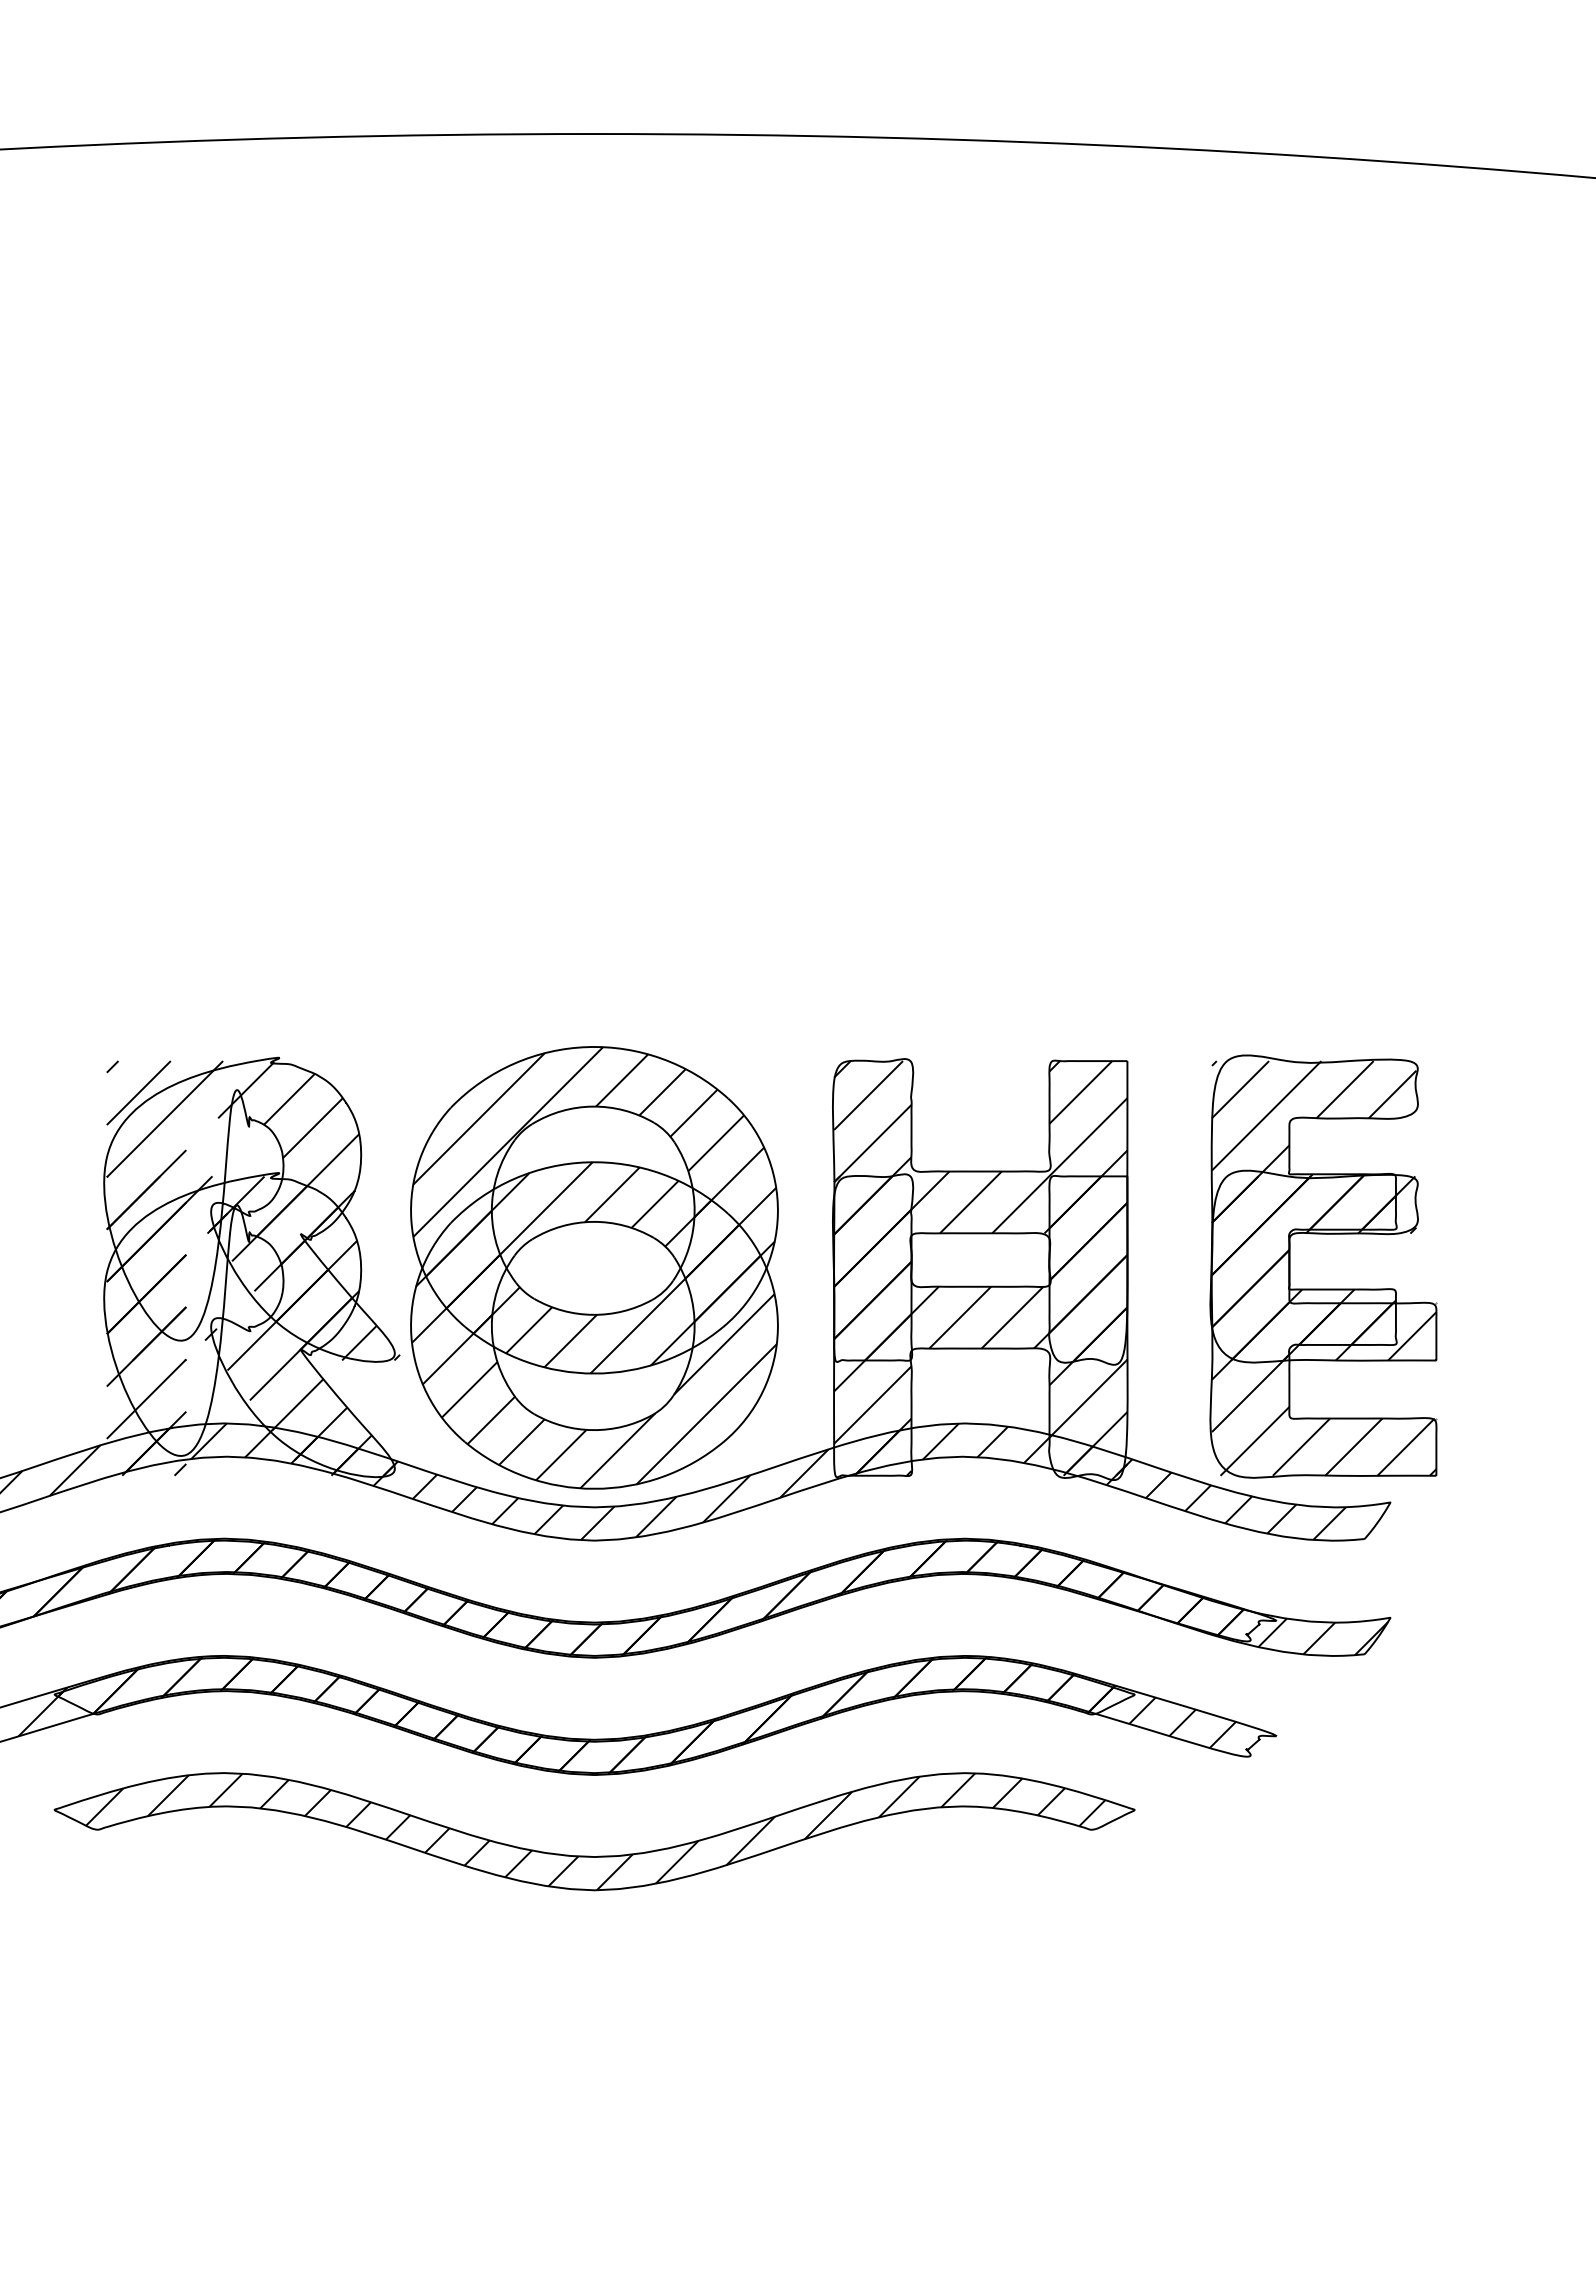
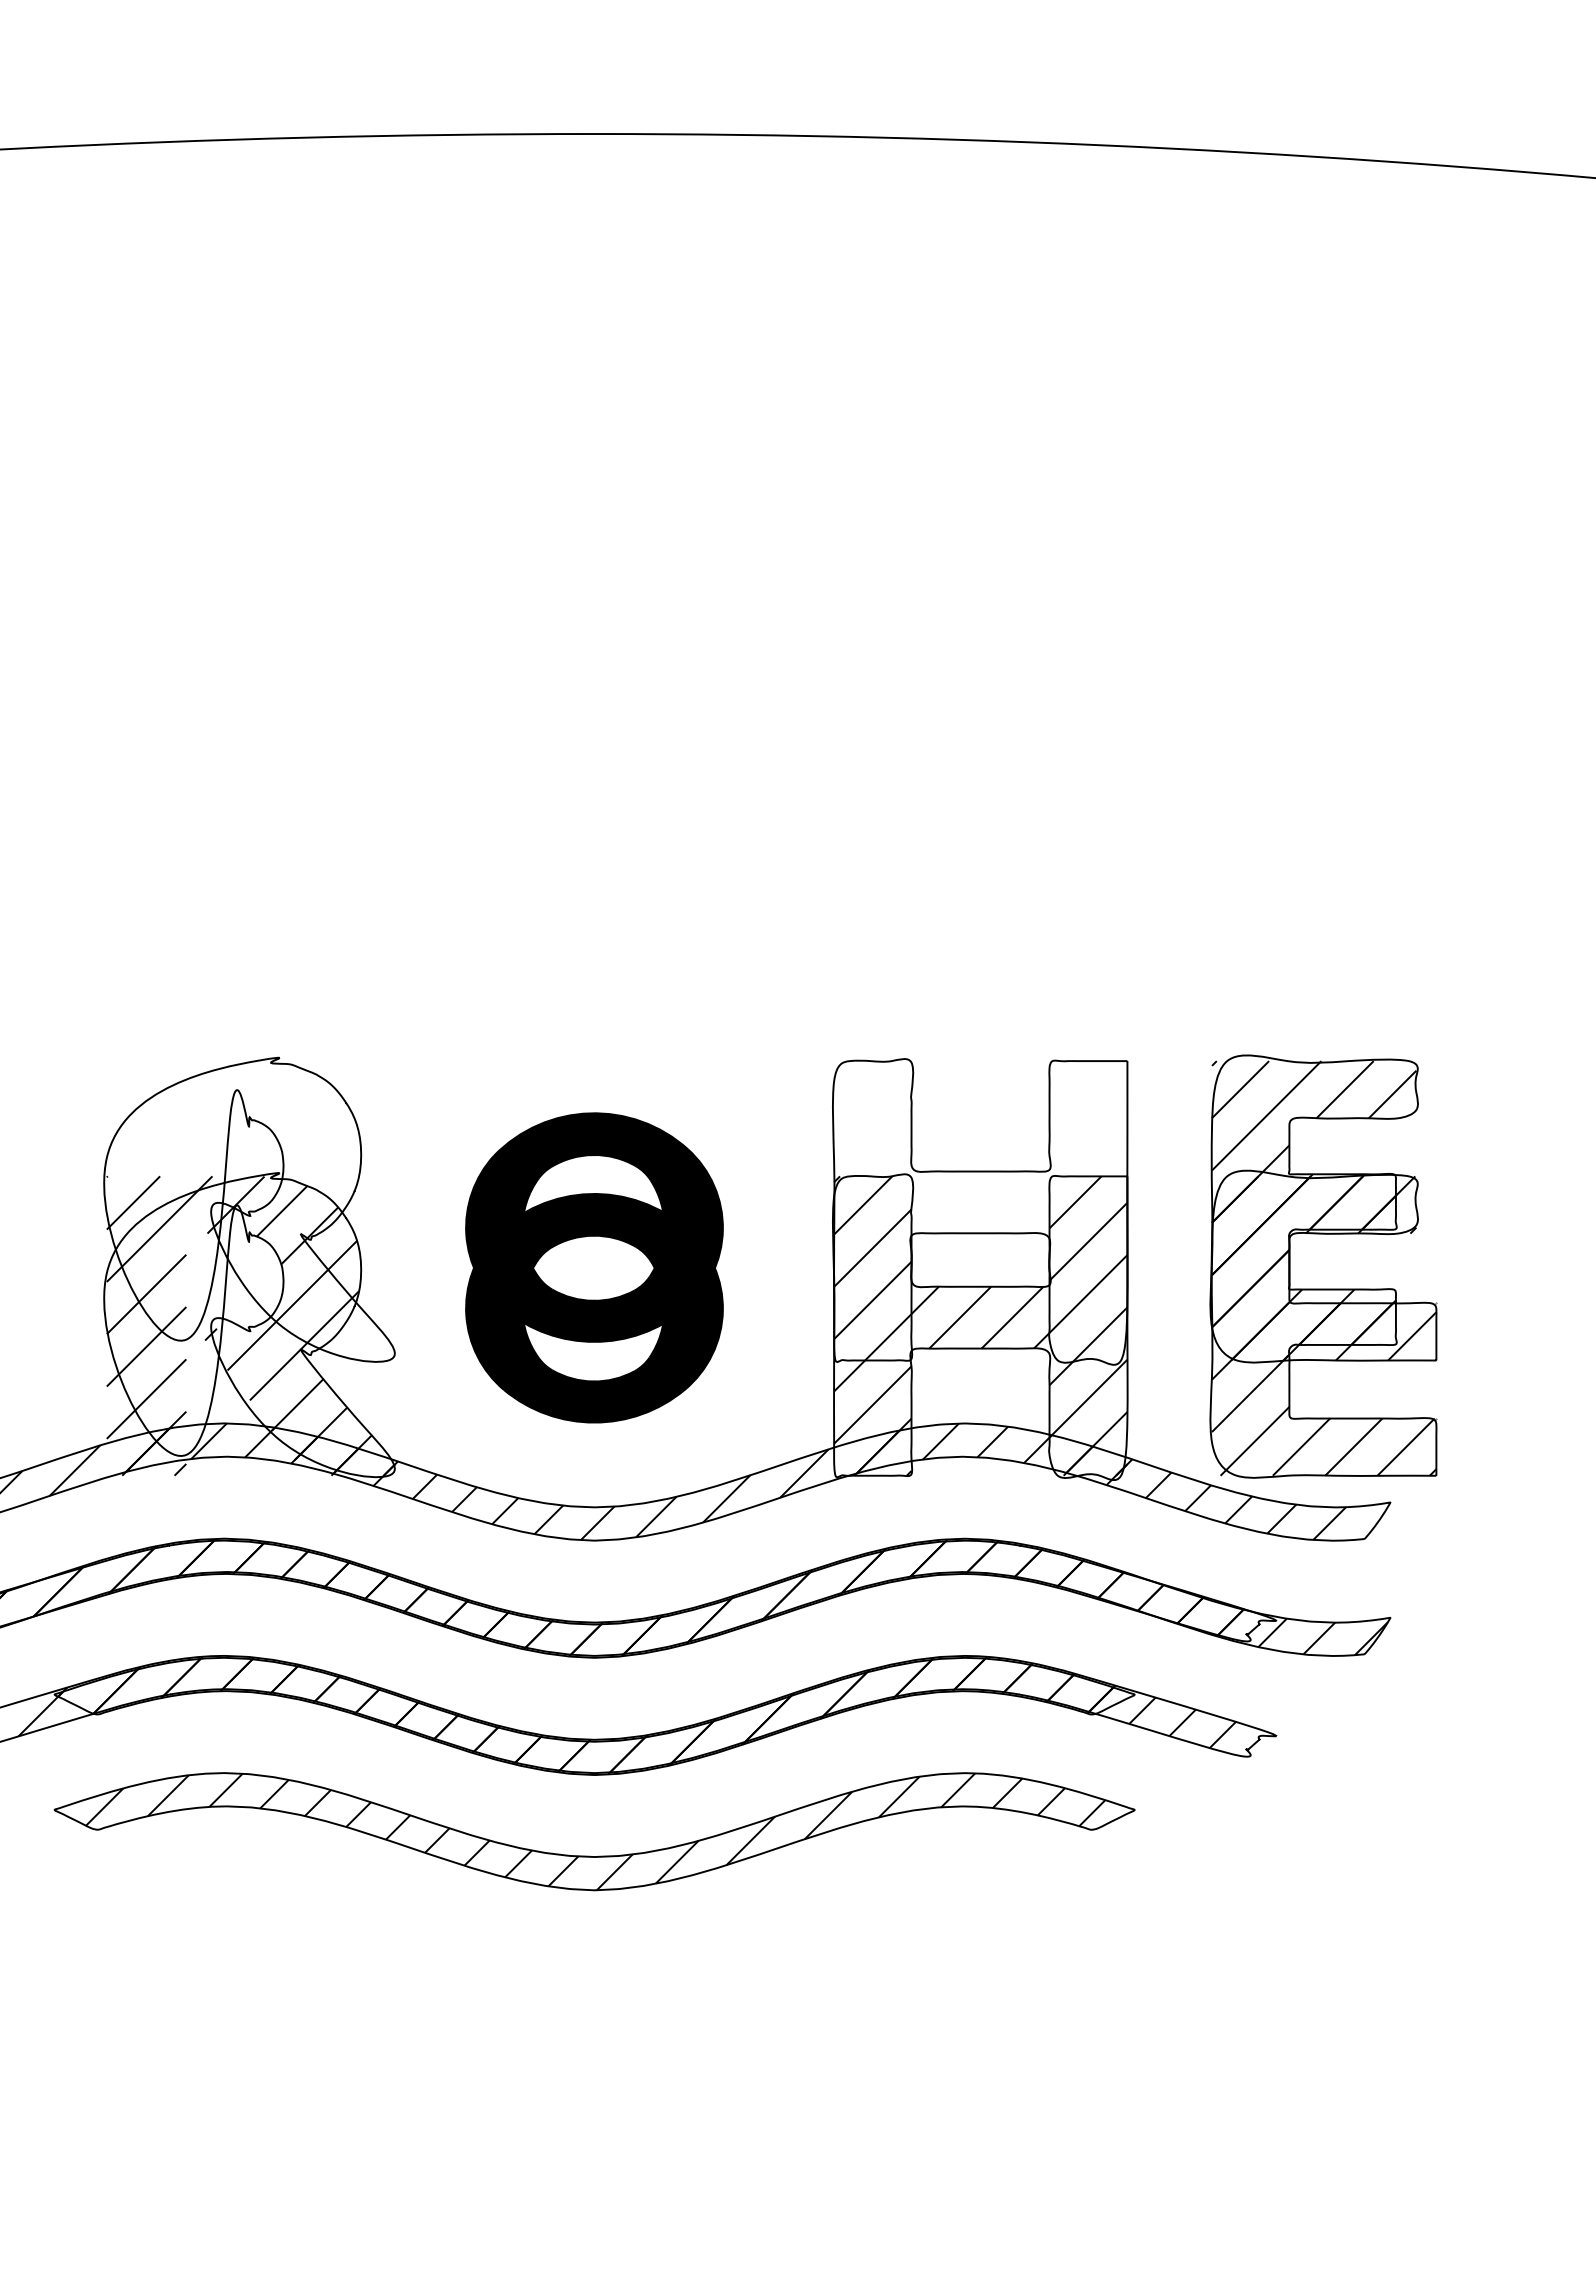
hatch at (253, 1210): present -> none
hatch at (980, 1210): present -> none
part at (594, 1267) size: 369x444 px -> 259x312 px
